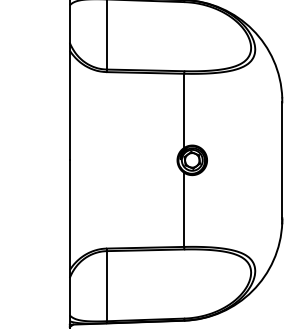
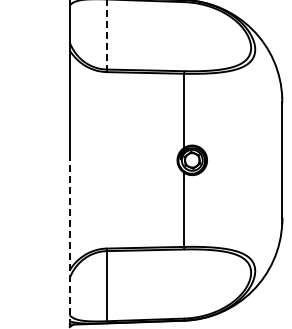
line at (106, 35): solid -> dashed
line at (69, 243): solid -> dashed
